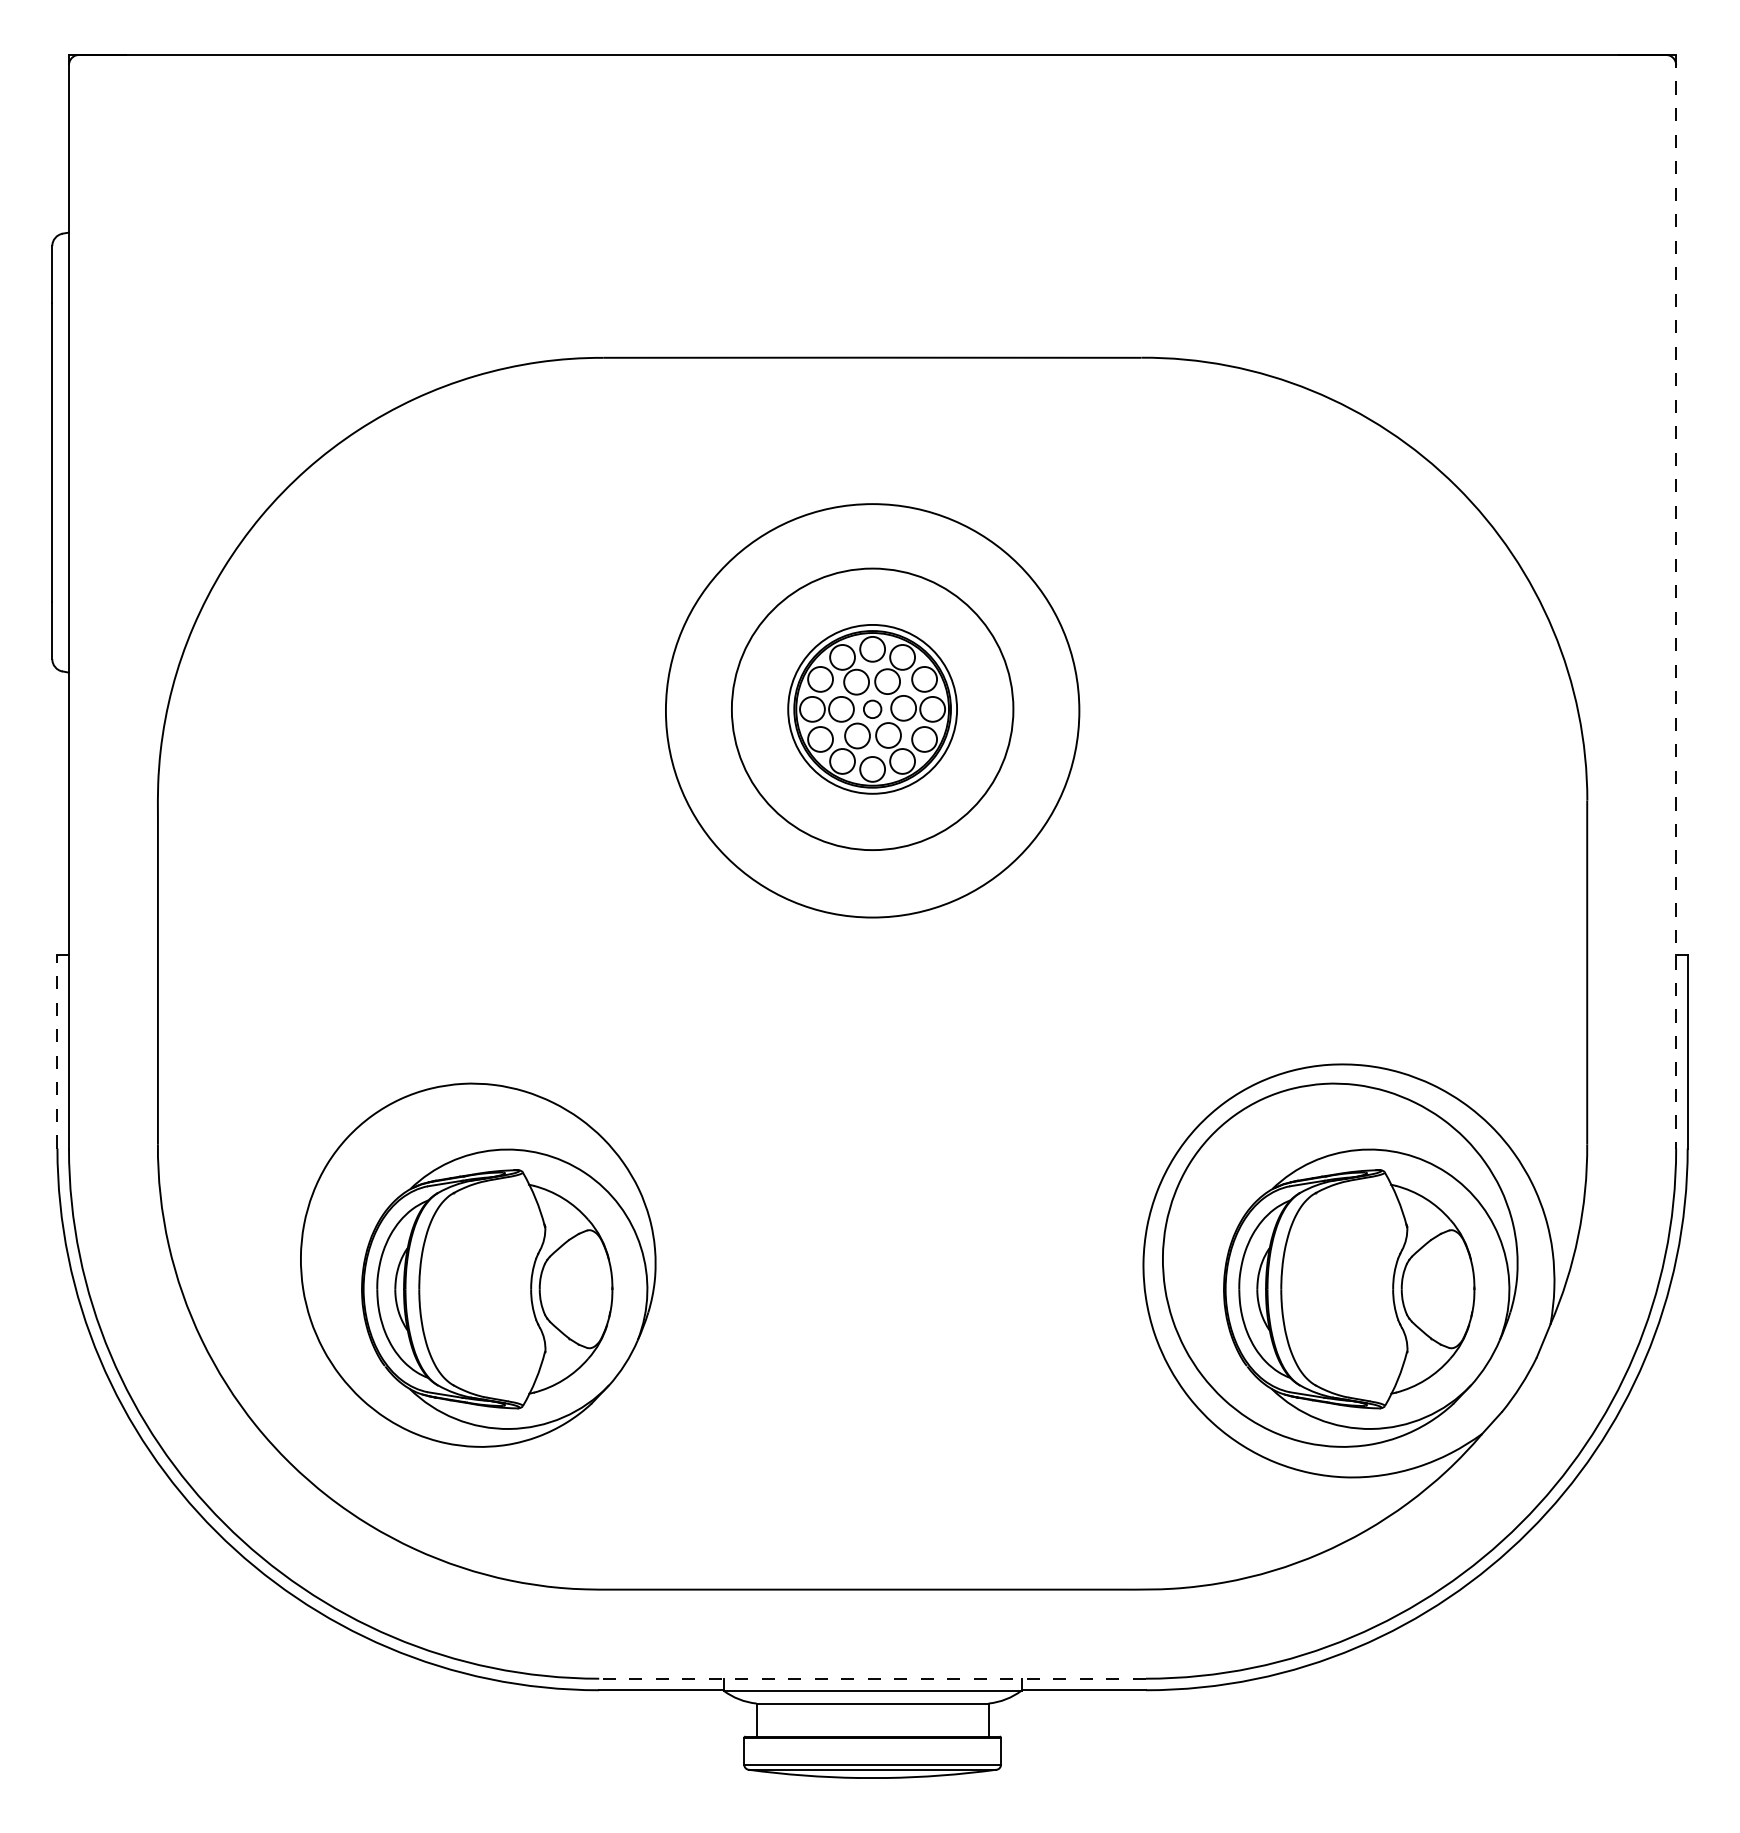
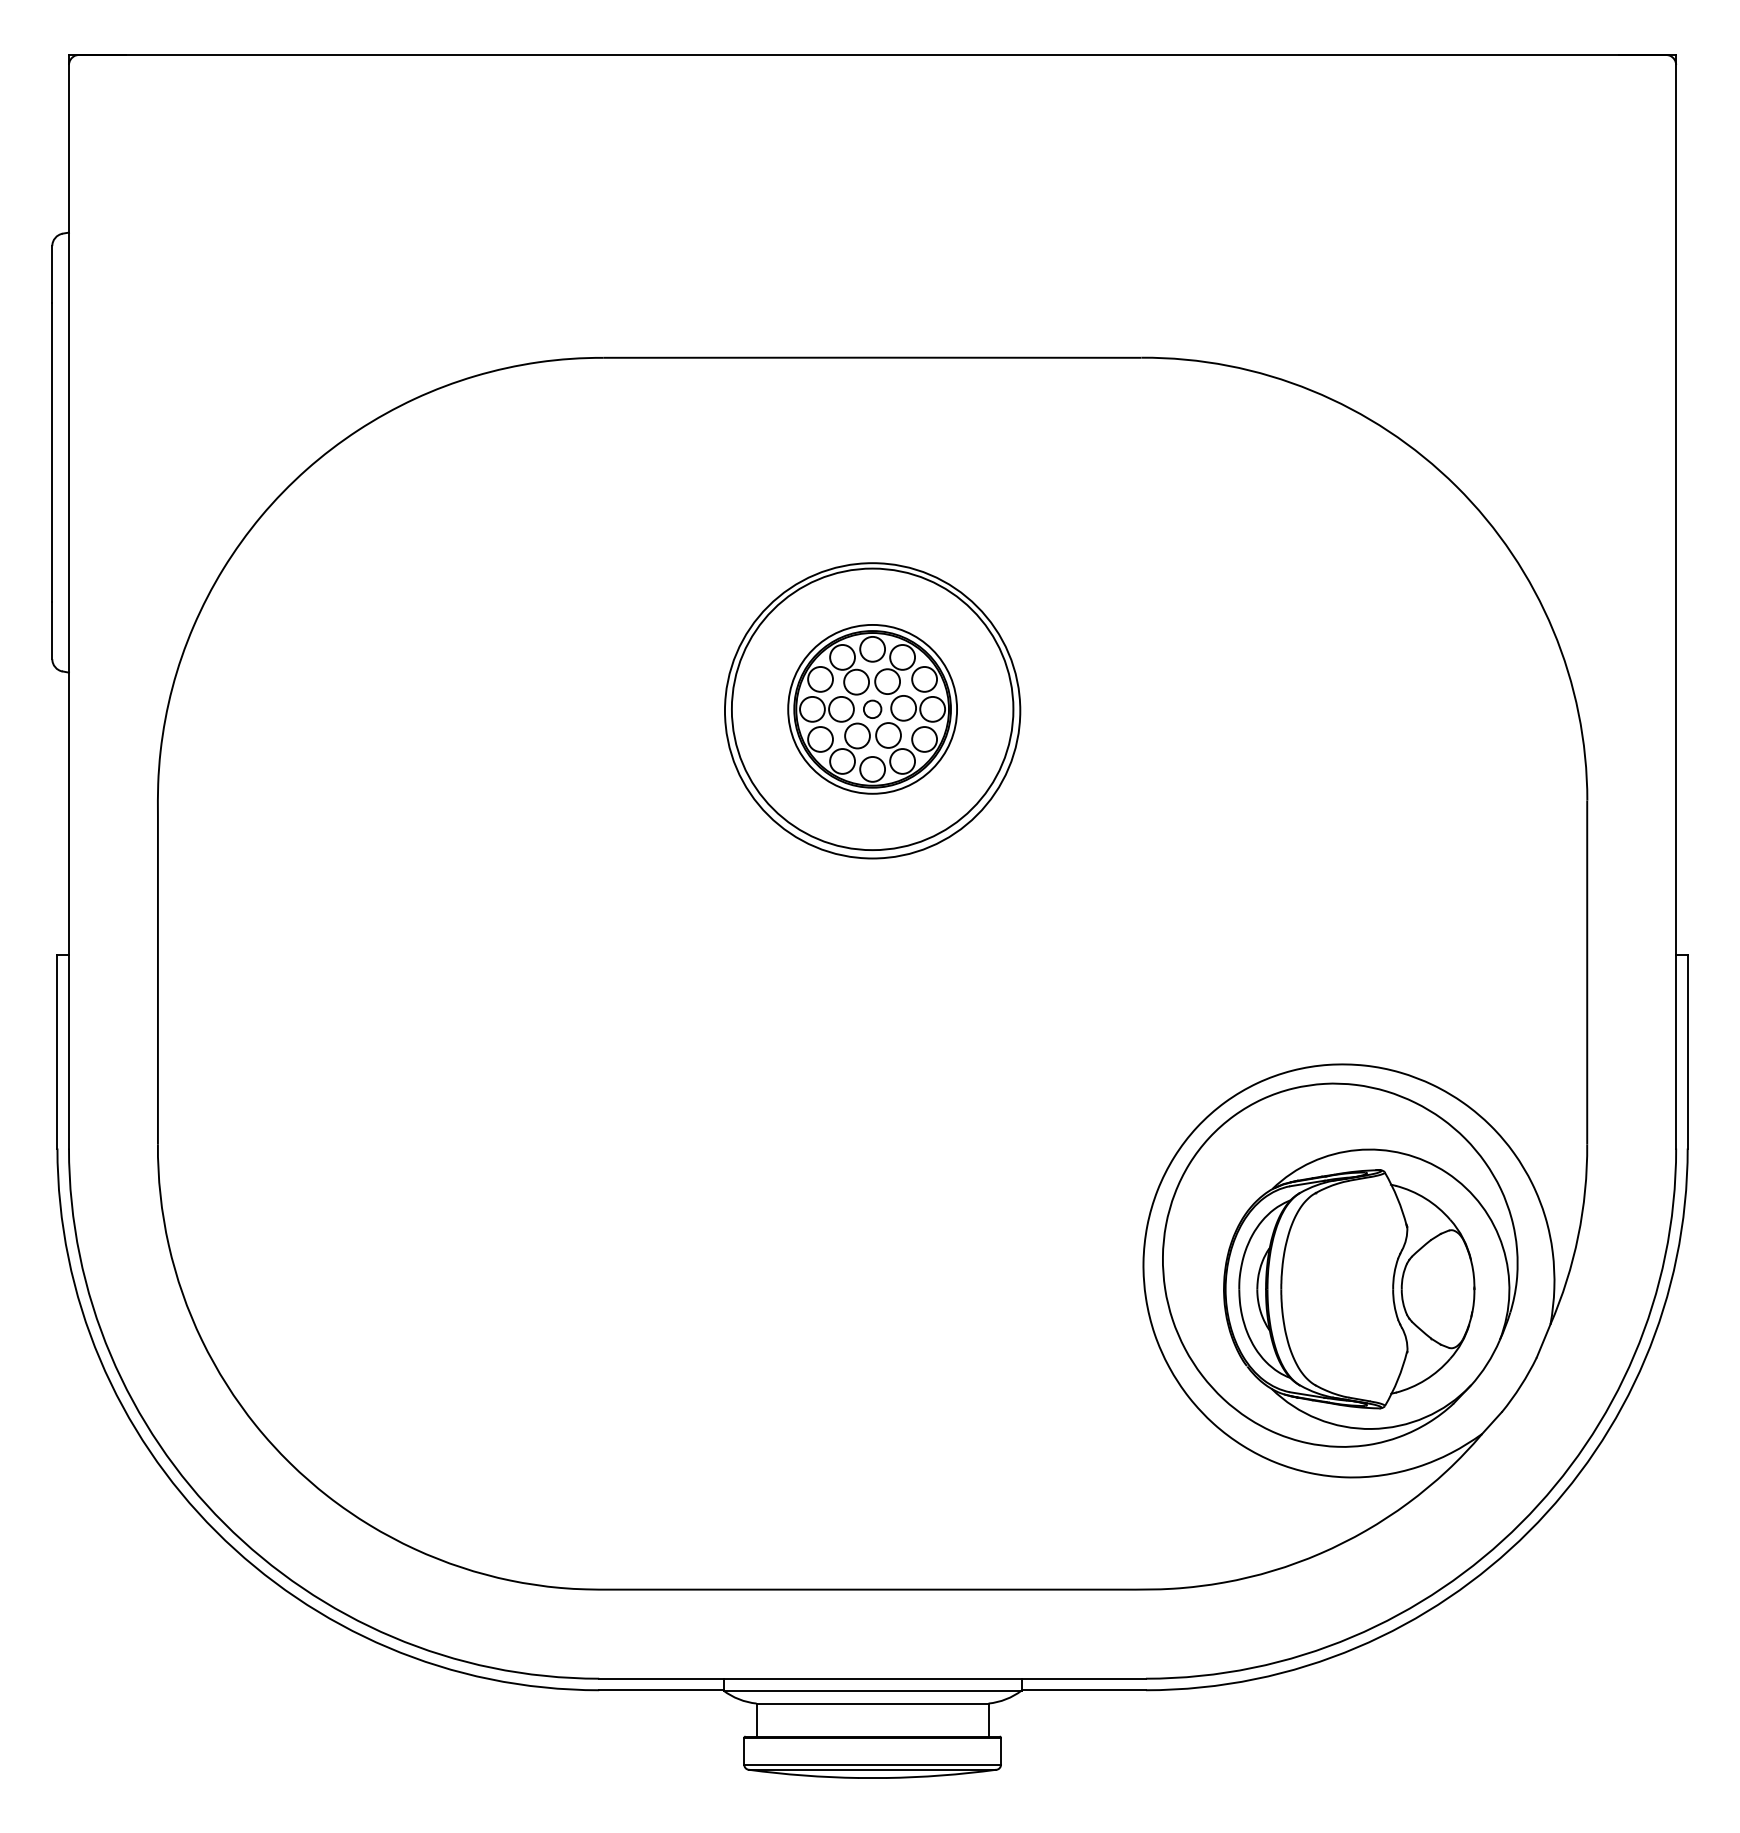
line at (1676, 601): dashed -> solid
circle at (872, 710) diameter: 413 px -> 295 px
line at (57, 1051): dashed -> solid
part at (478, 1264): present -> none
line at (872, 1678): dashed -> solid
